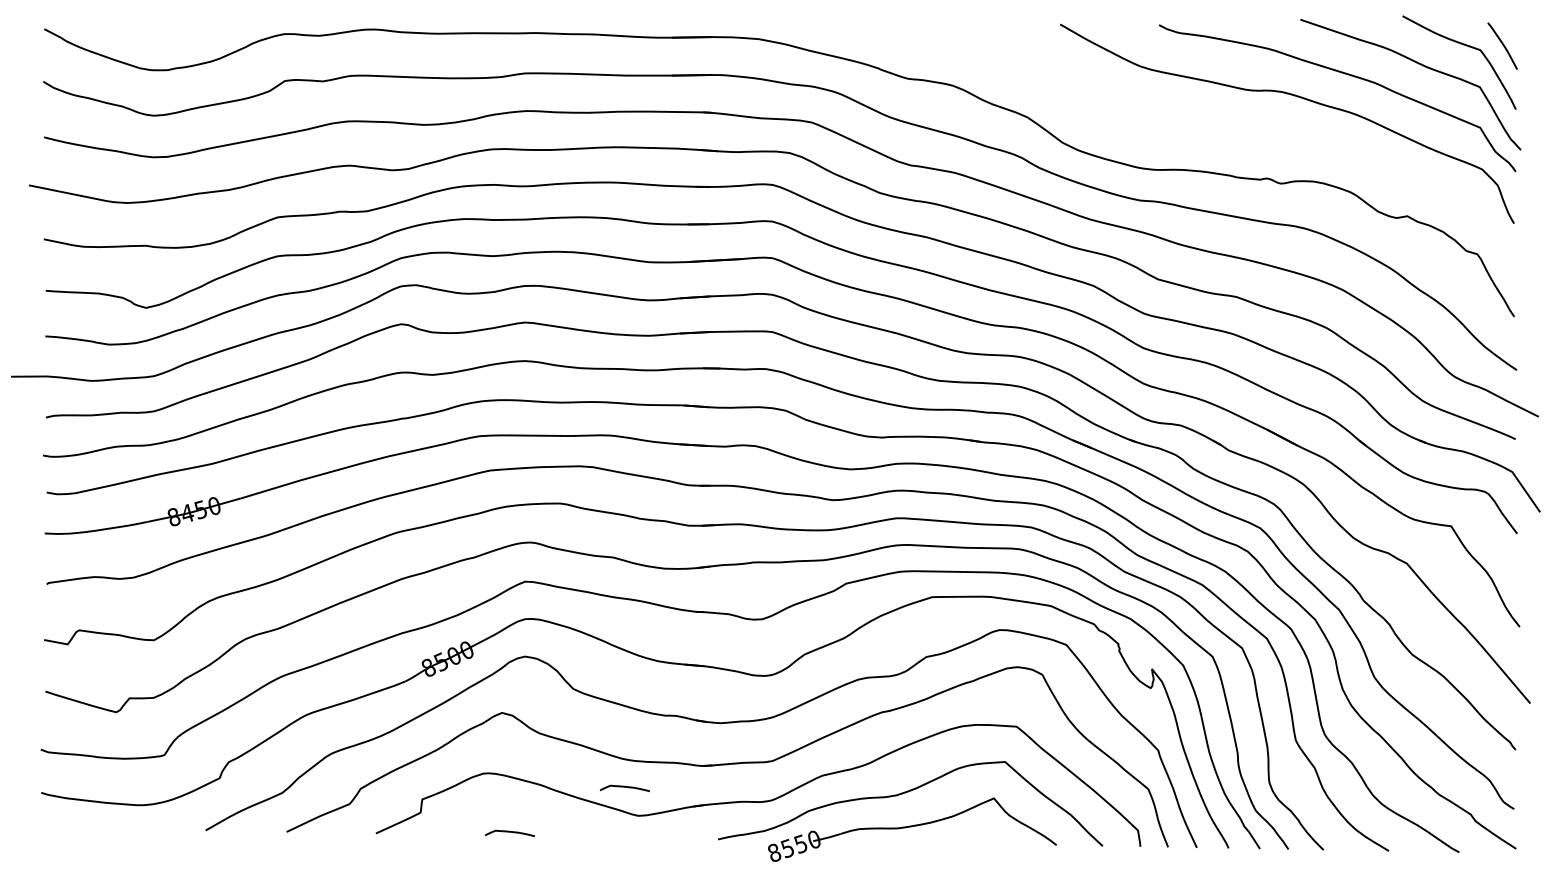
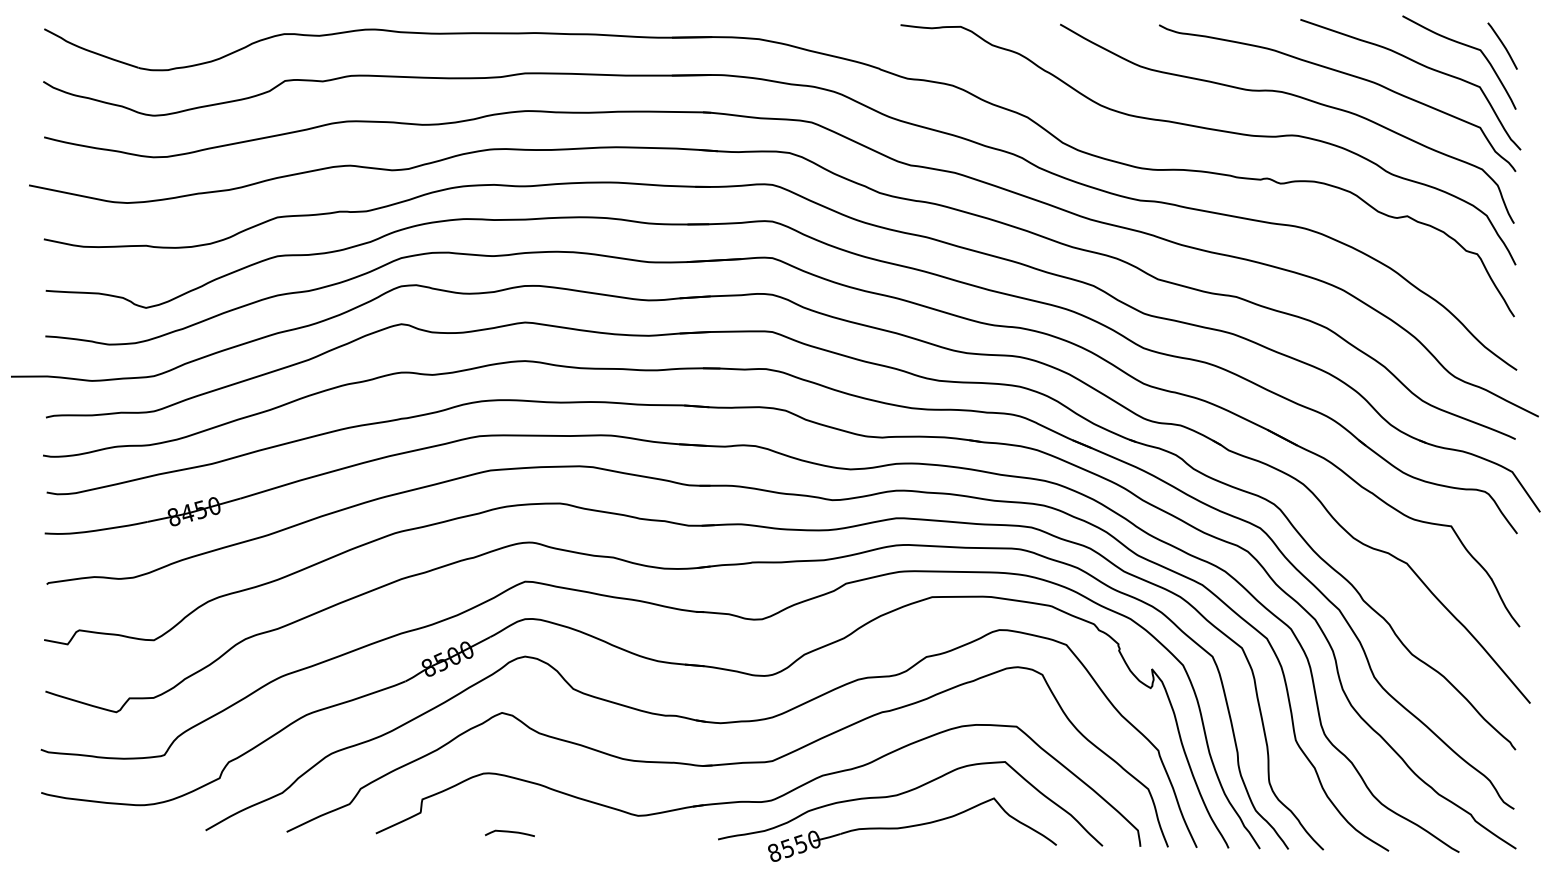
curve at (1211, 130): none -> present
curve at (624, 787): present -> none
